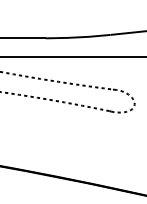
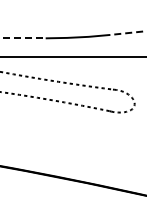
line at (128, 33): solid -> dashed
line at (23, 38): solid -> dashed
